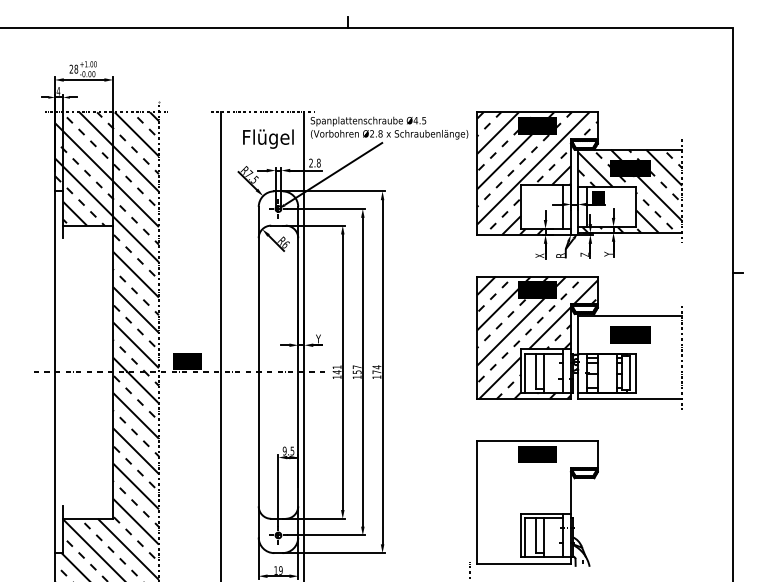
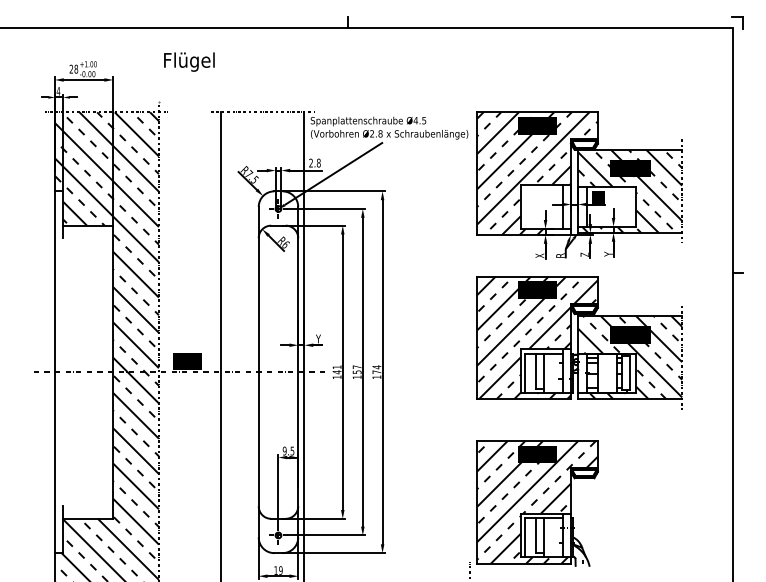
part at (737, 22): none -> present
text at (268, 138) position: (268, 138) -> (189, 61)
hatch at (630, 357): none -> present
hatch at (537, 501): none -> present
